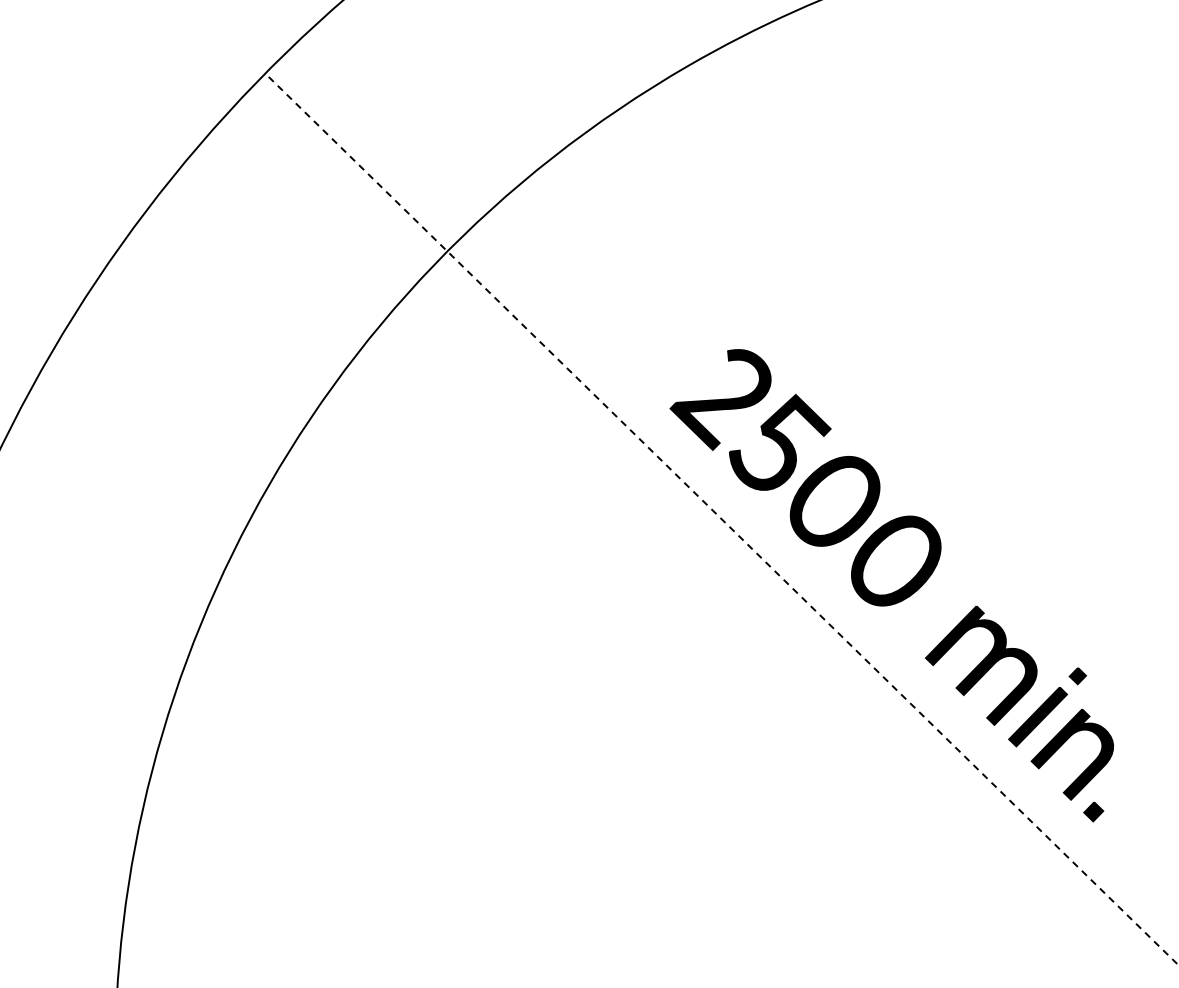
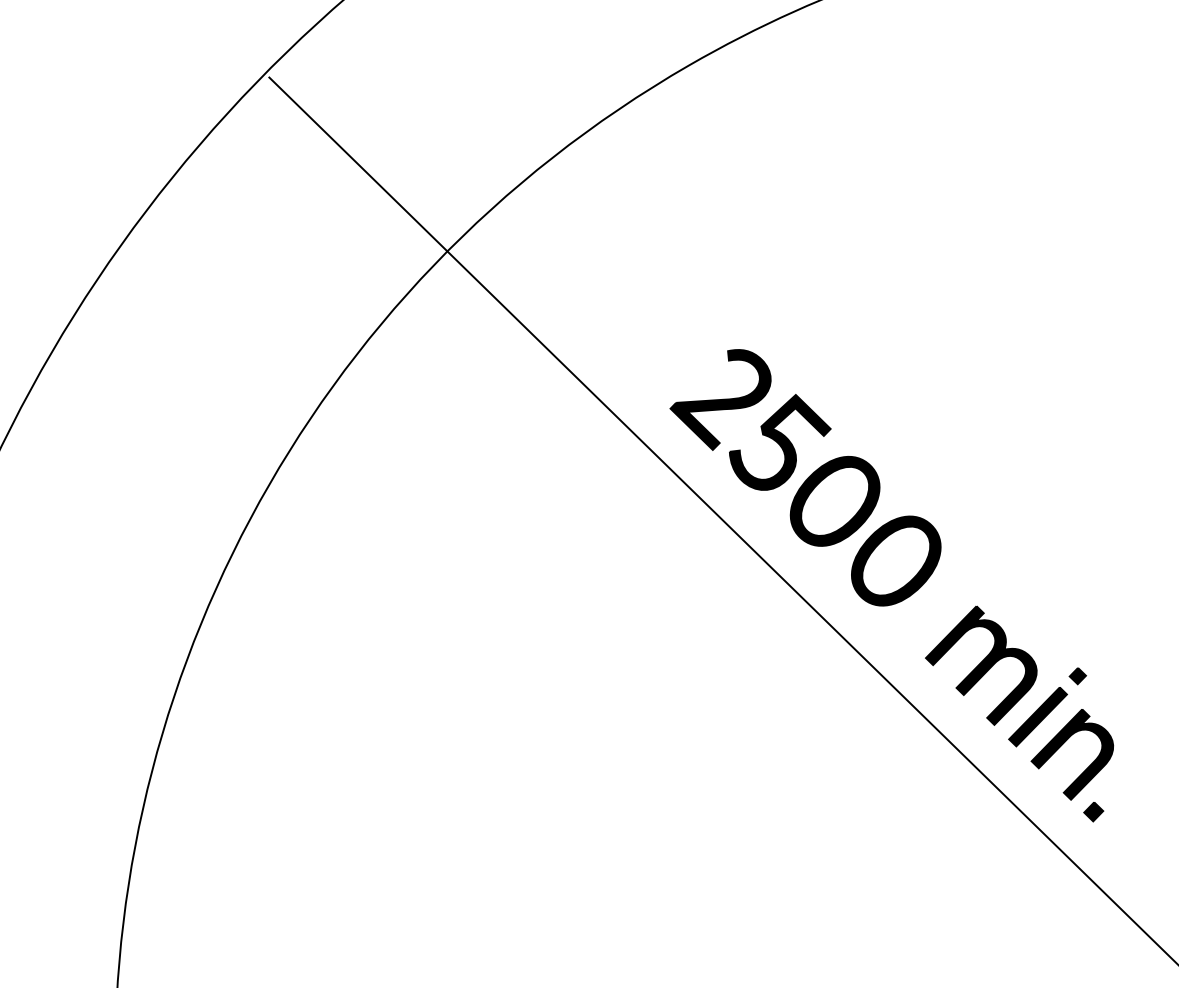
line at (723, 521): dashed -> solid
